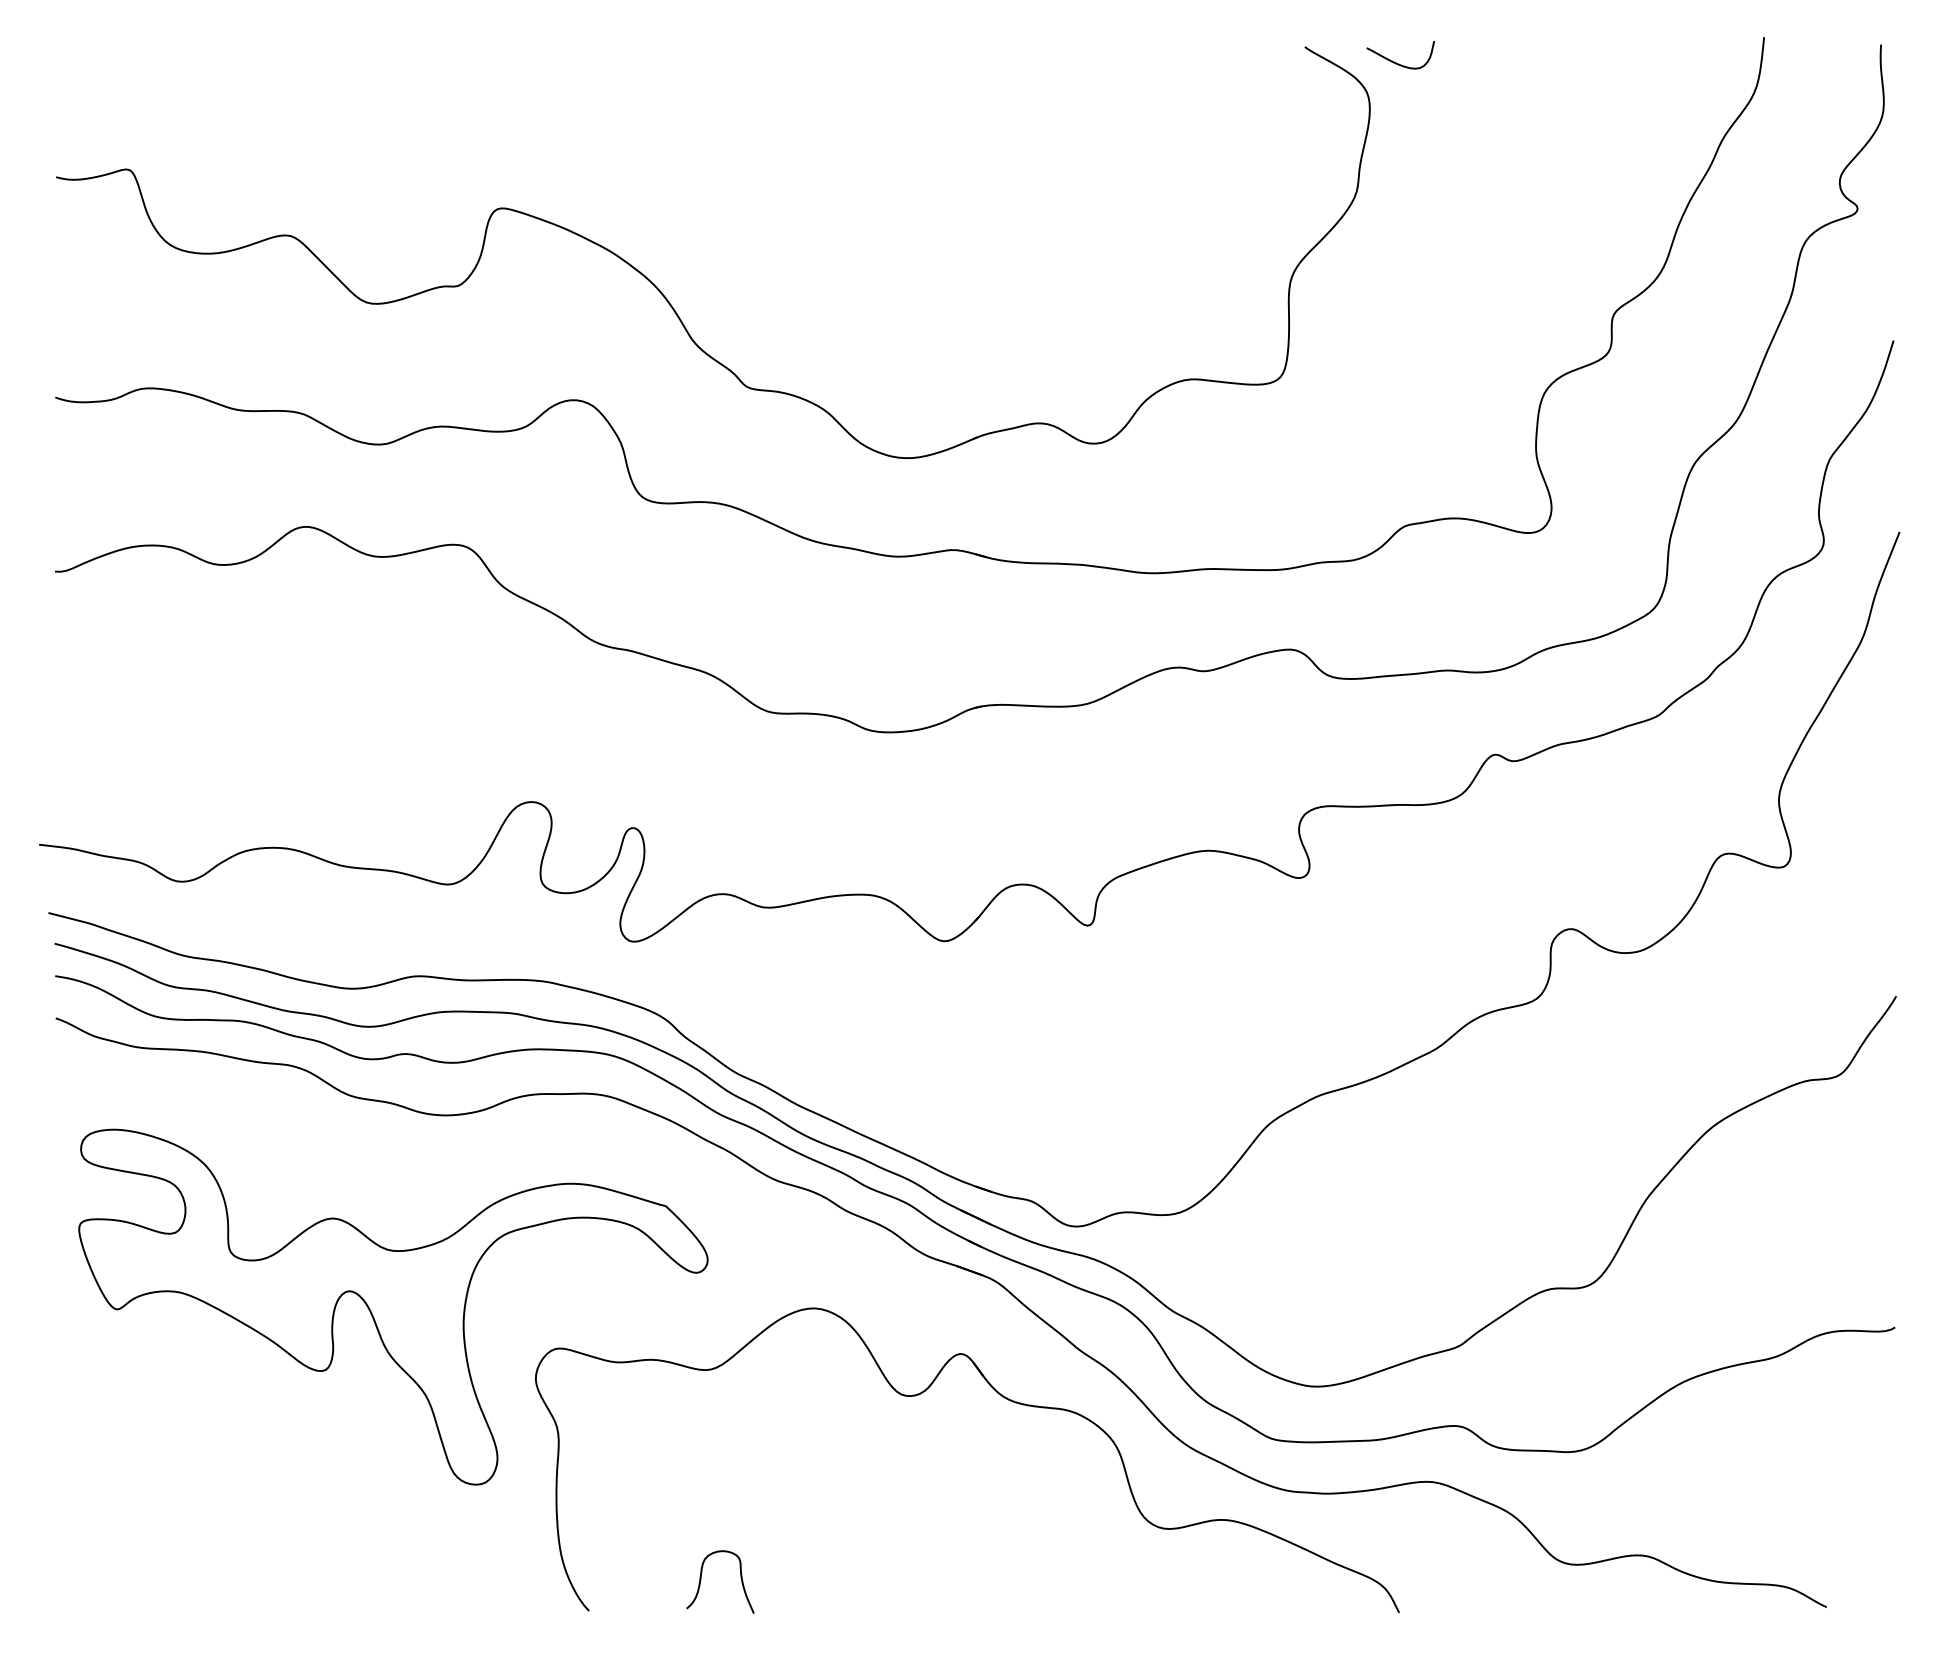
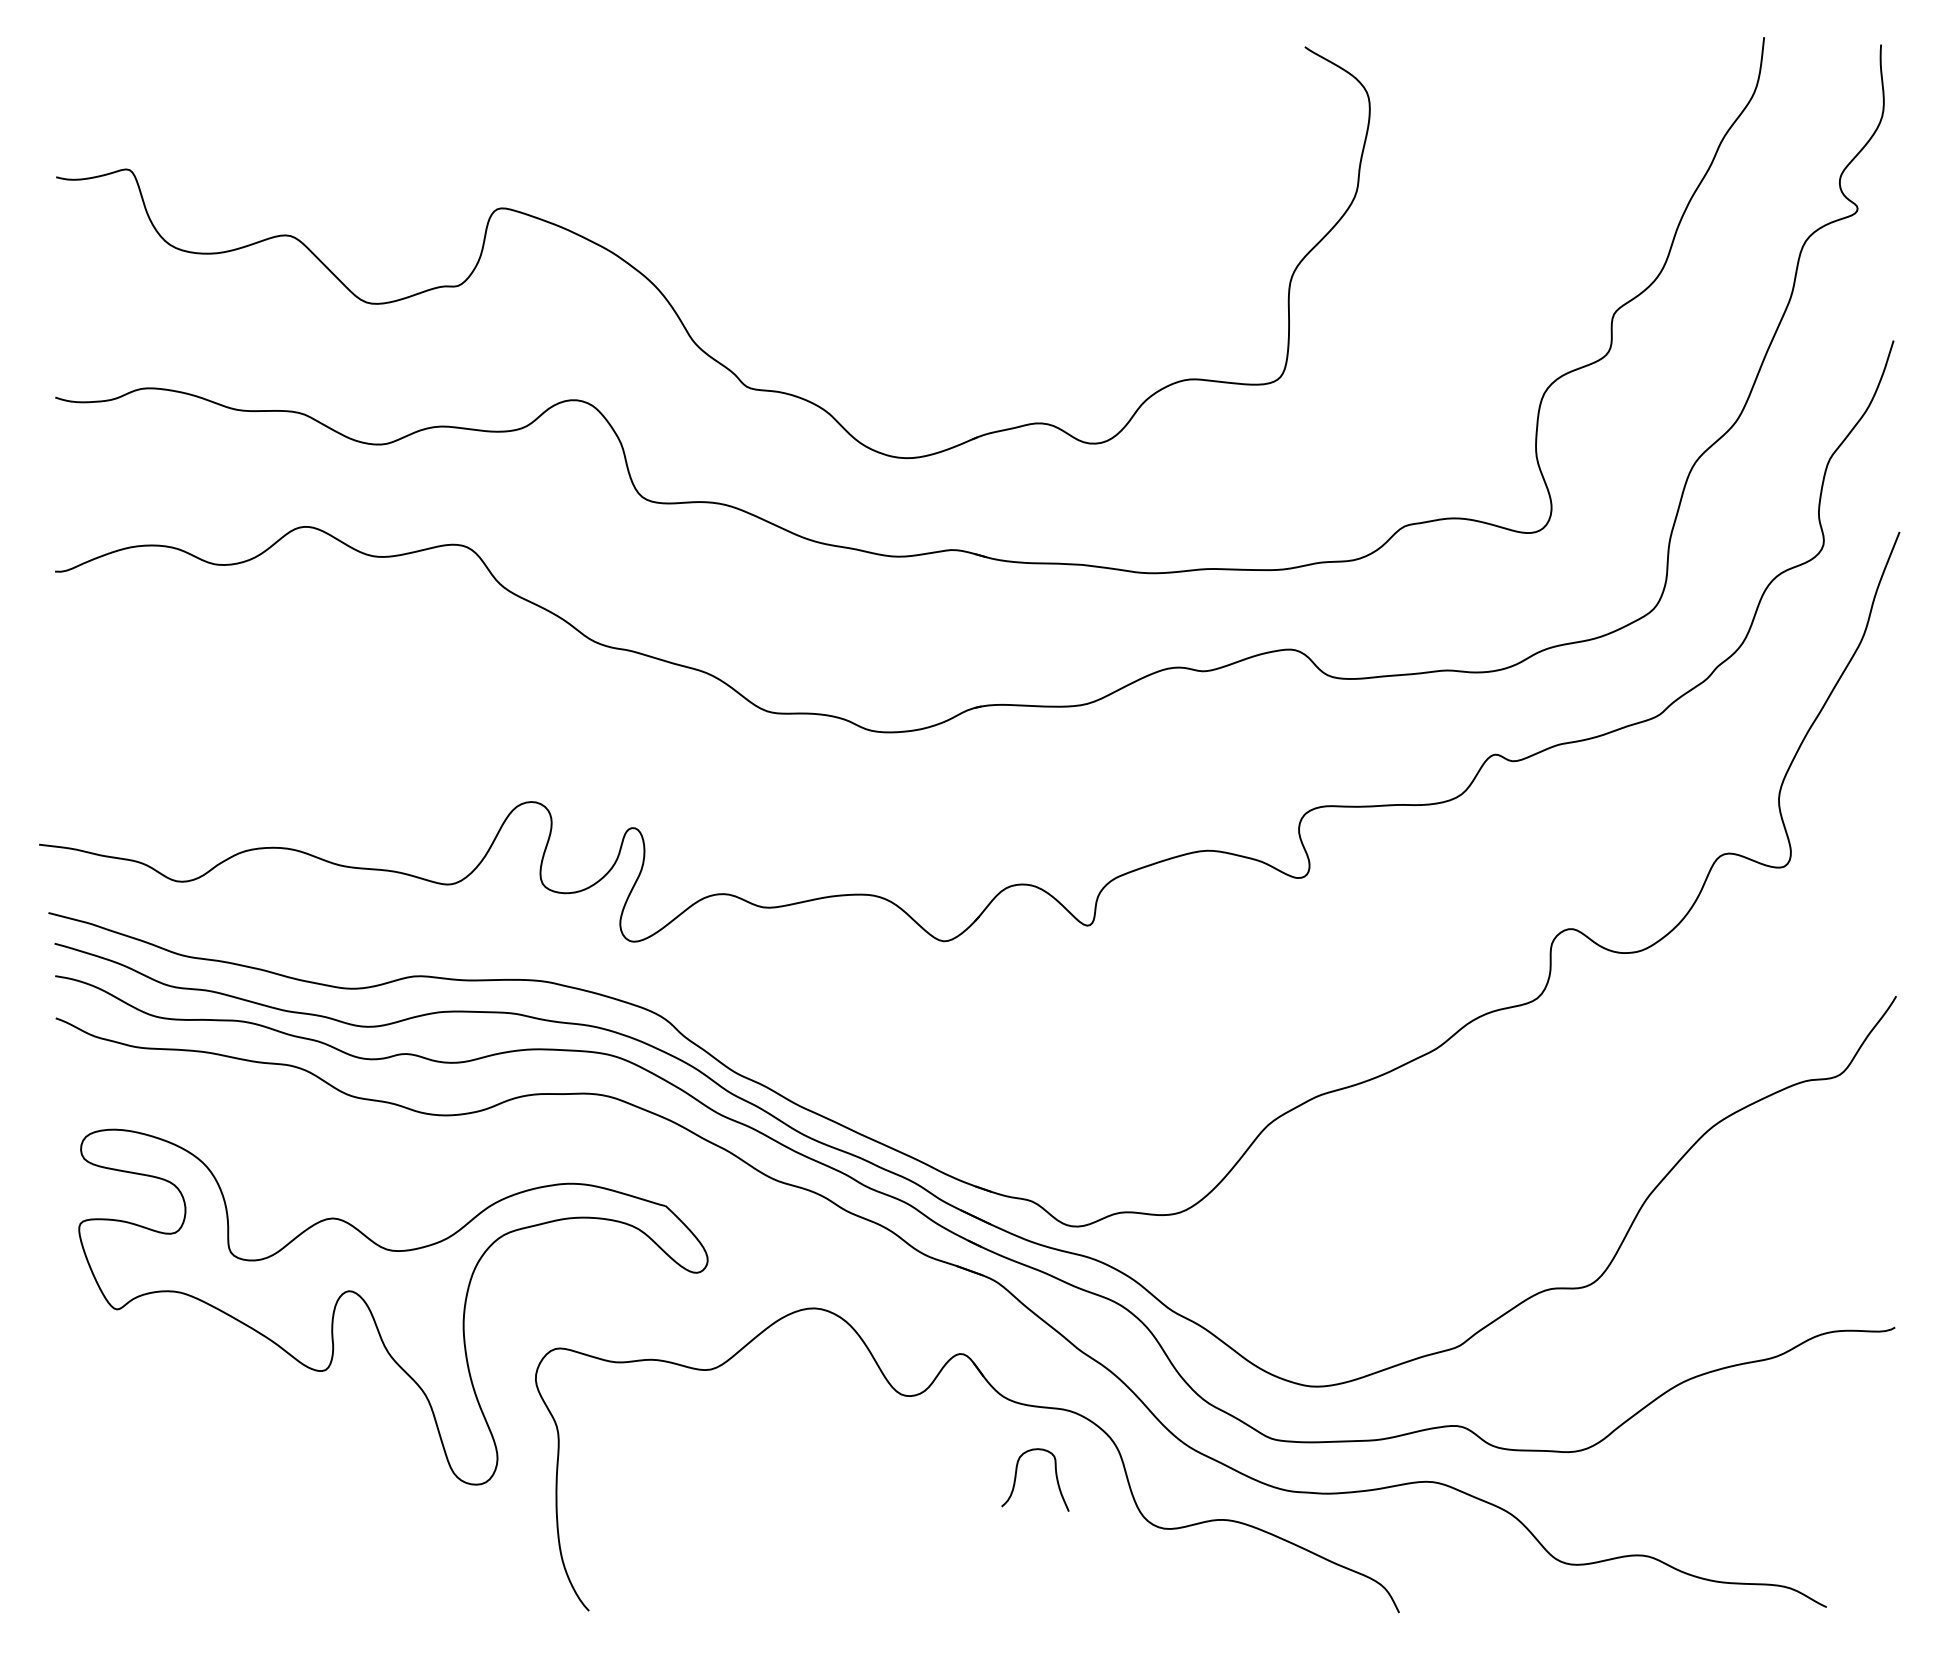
curve at (1396, 62): present -> none
curve at (701, 1580) position: (701, 1580) -> (1016, 1478)
